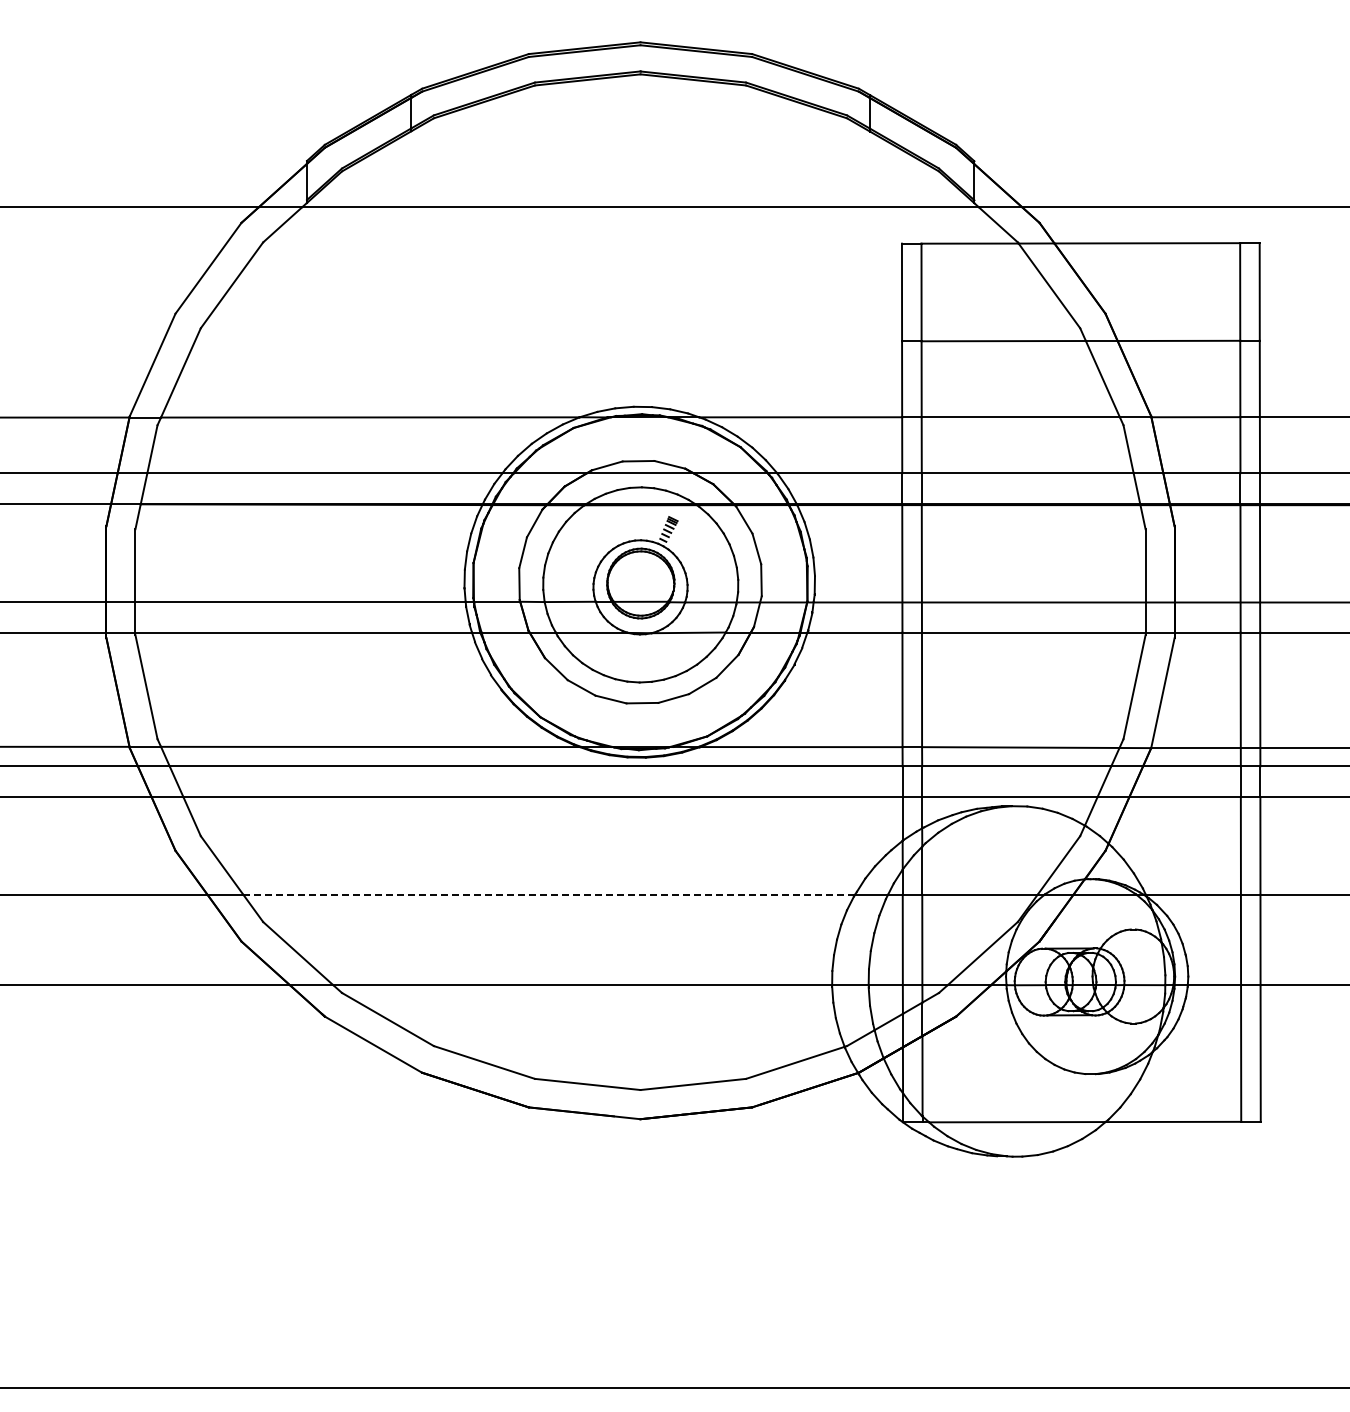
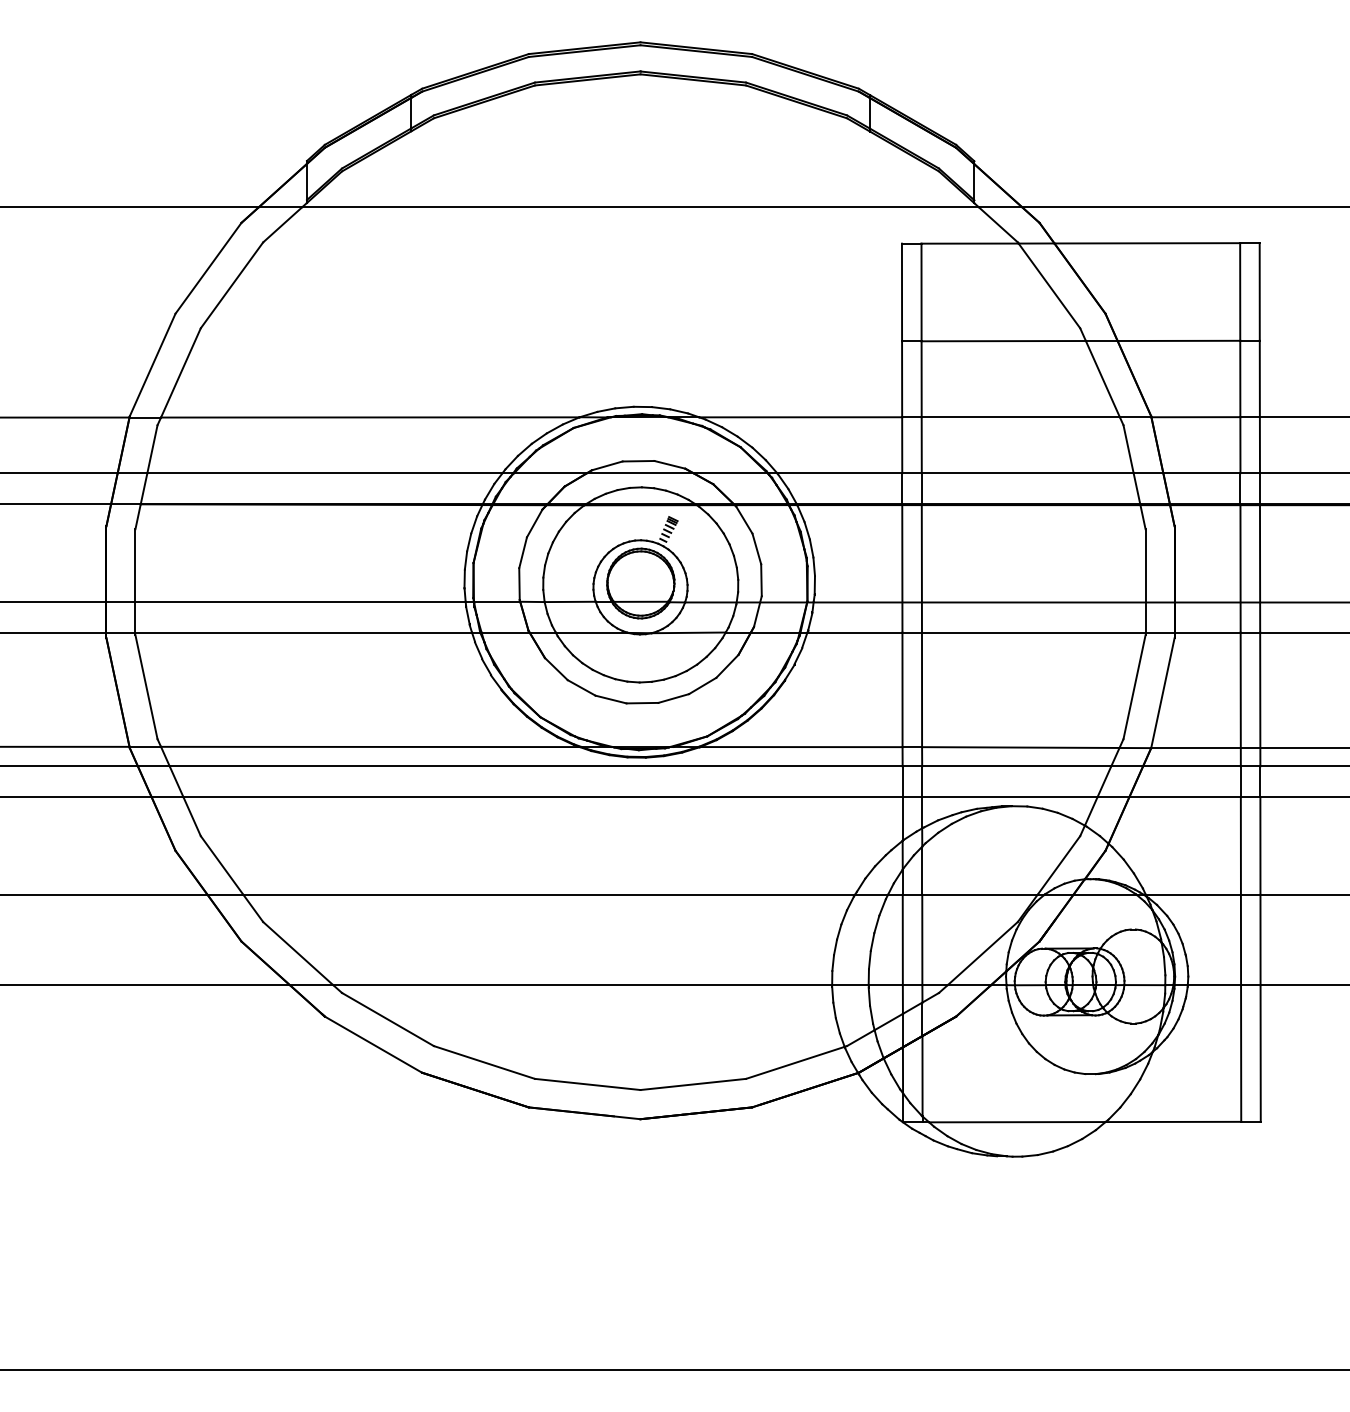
line at (549, 894): dashed -> solid
line at (674, 1387) position: (674, 1387) -> (674, 1369)
